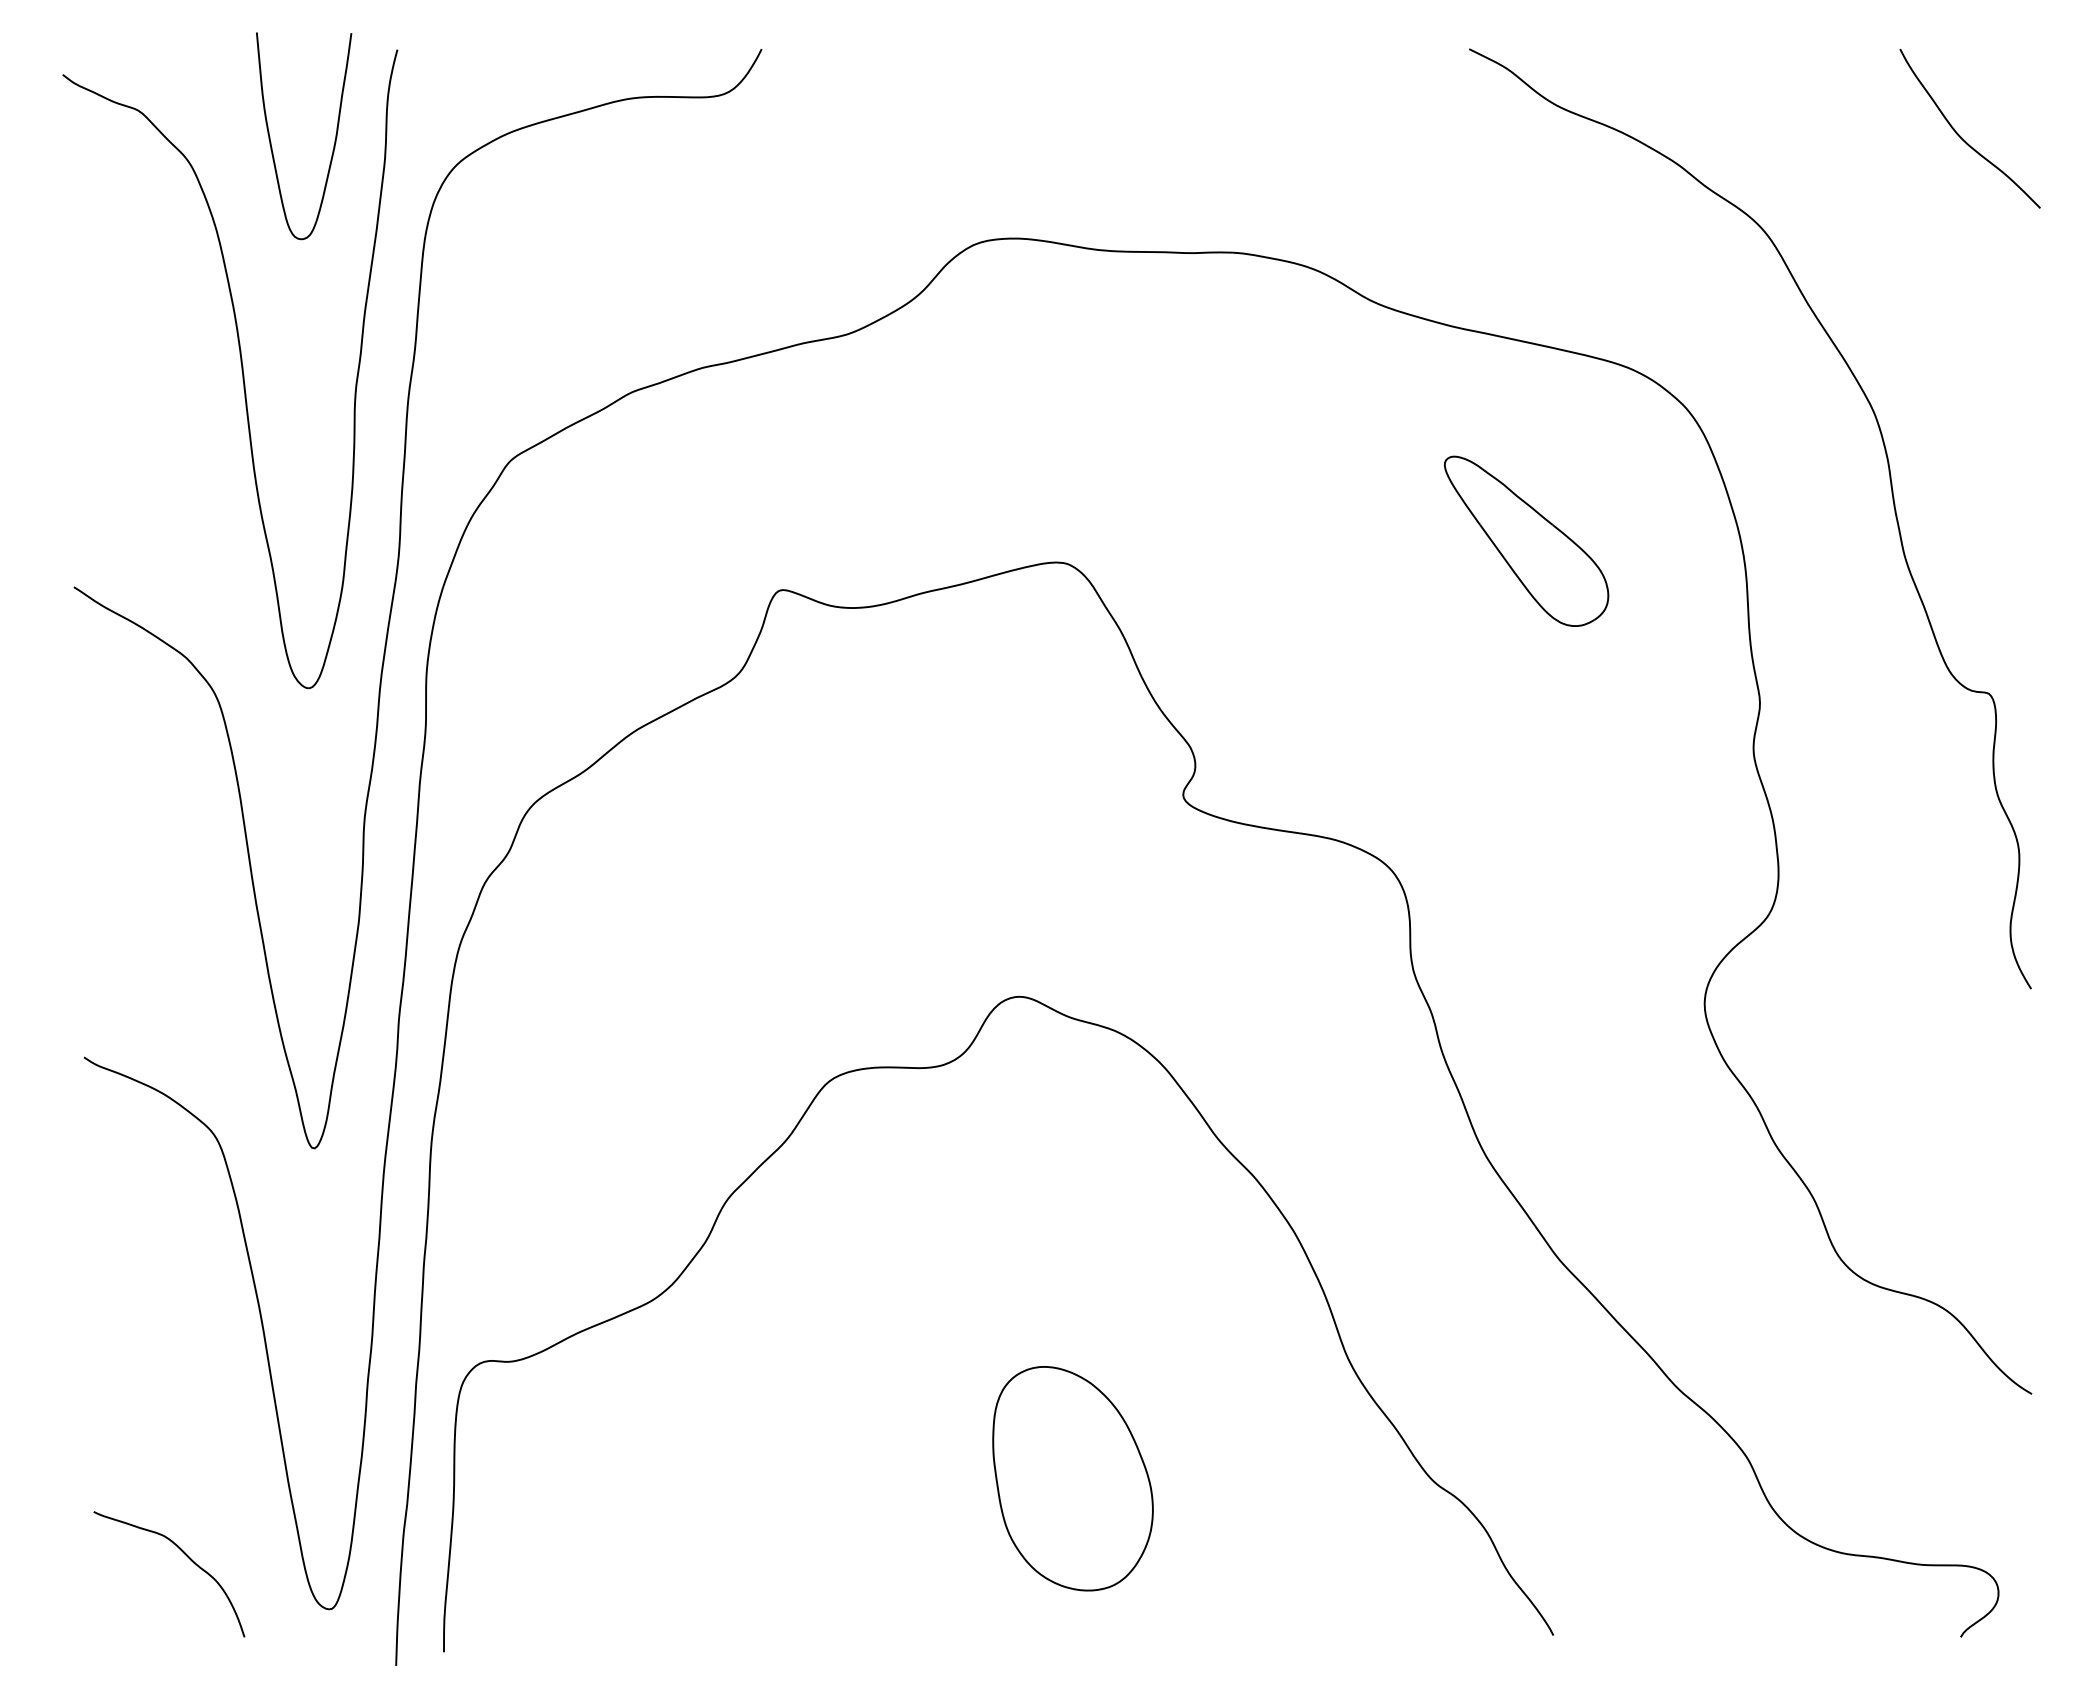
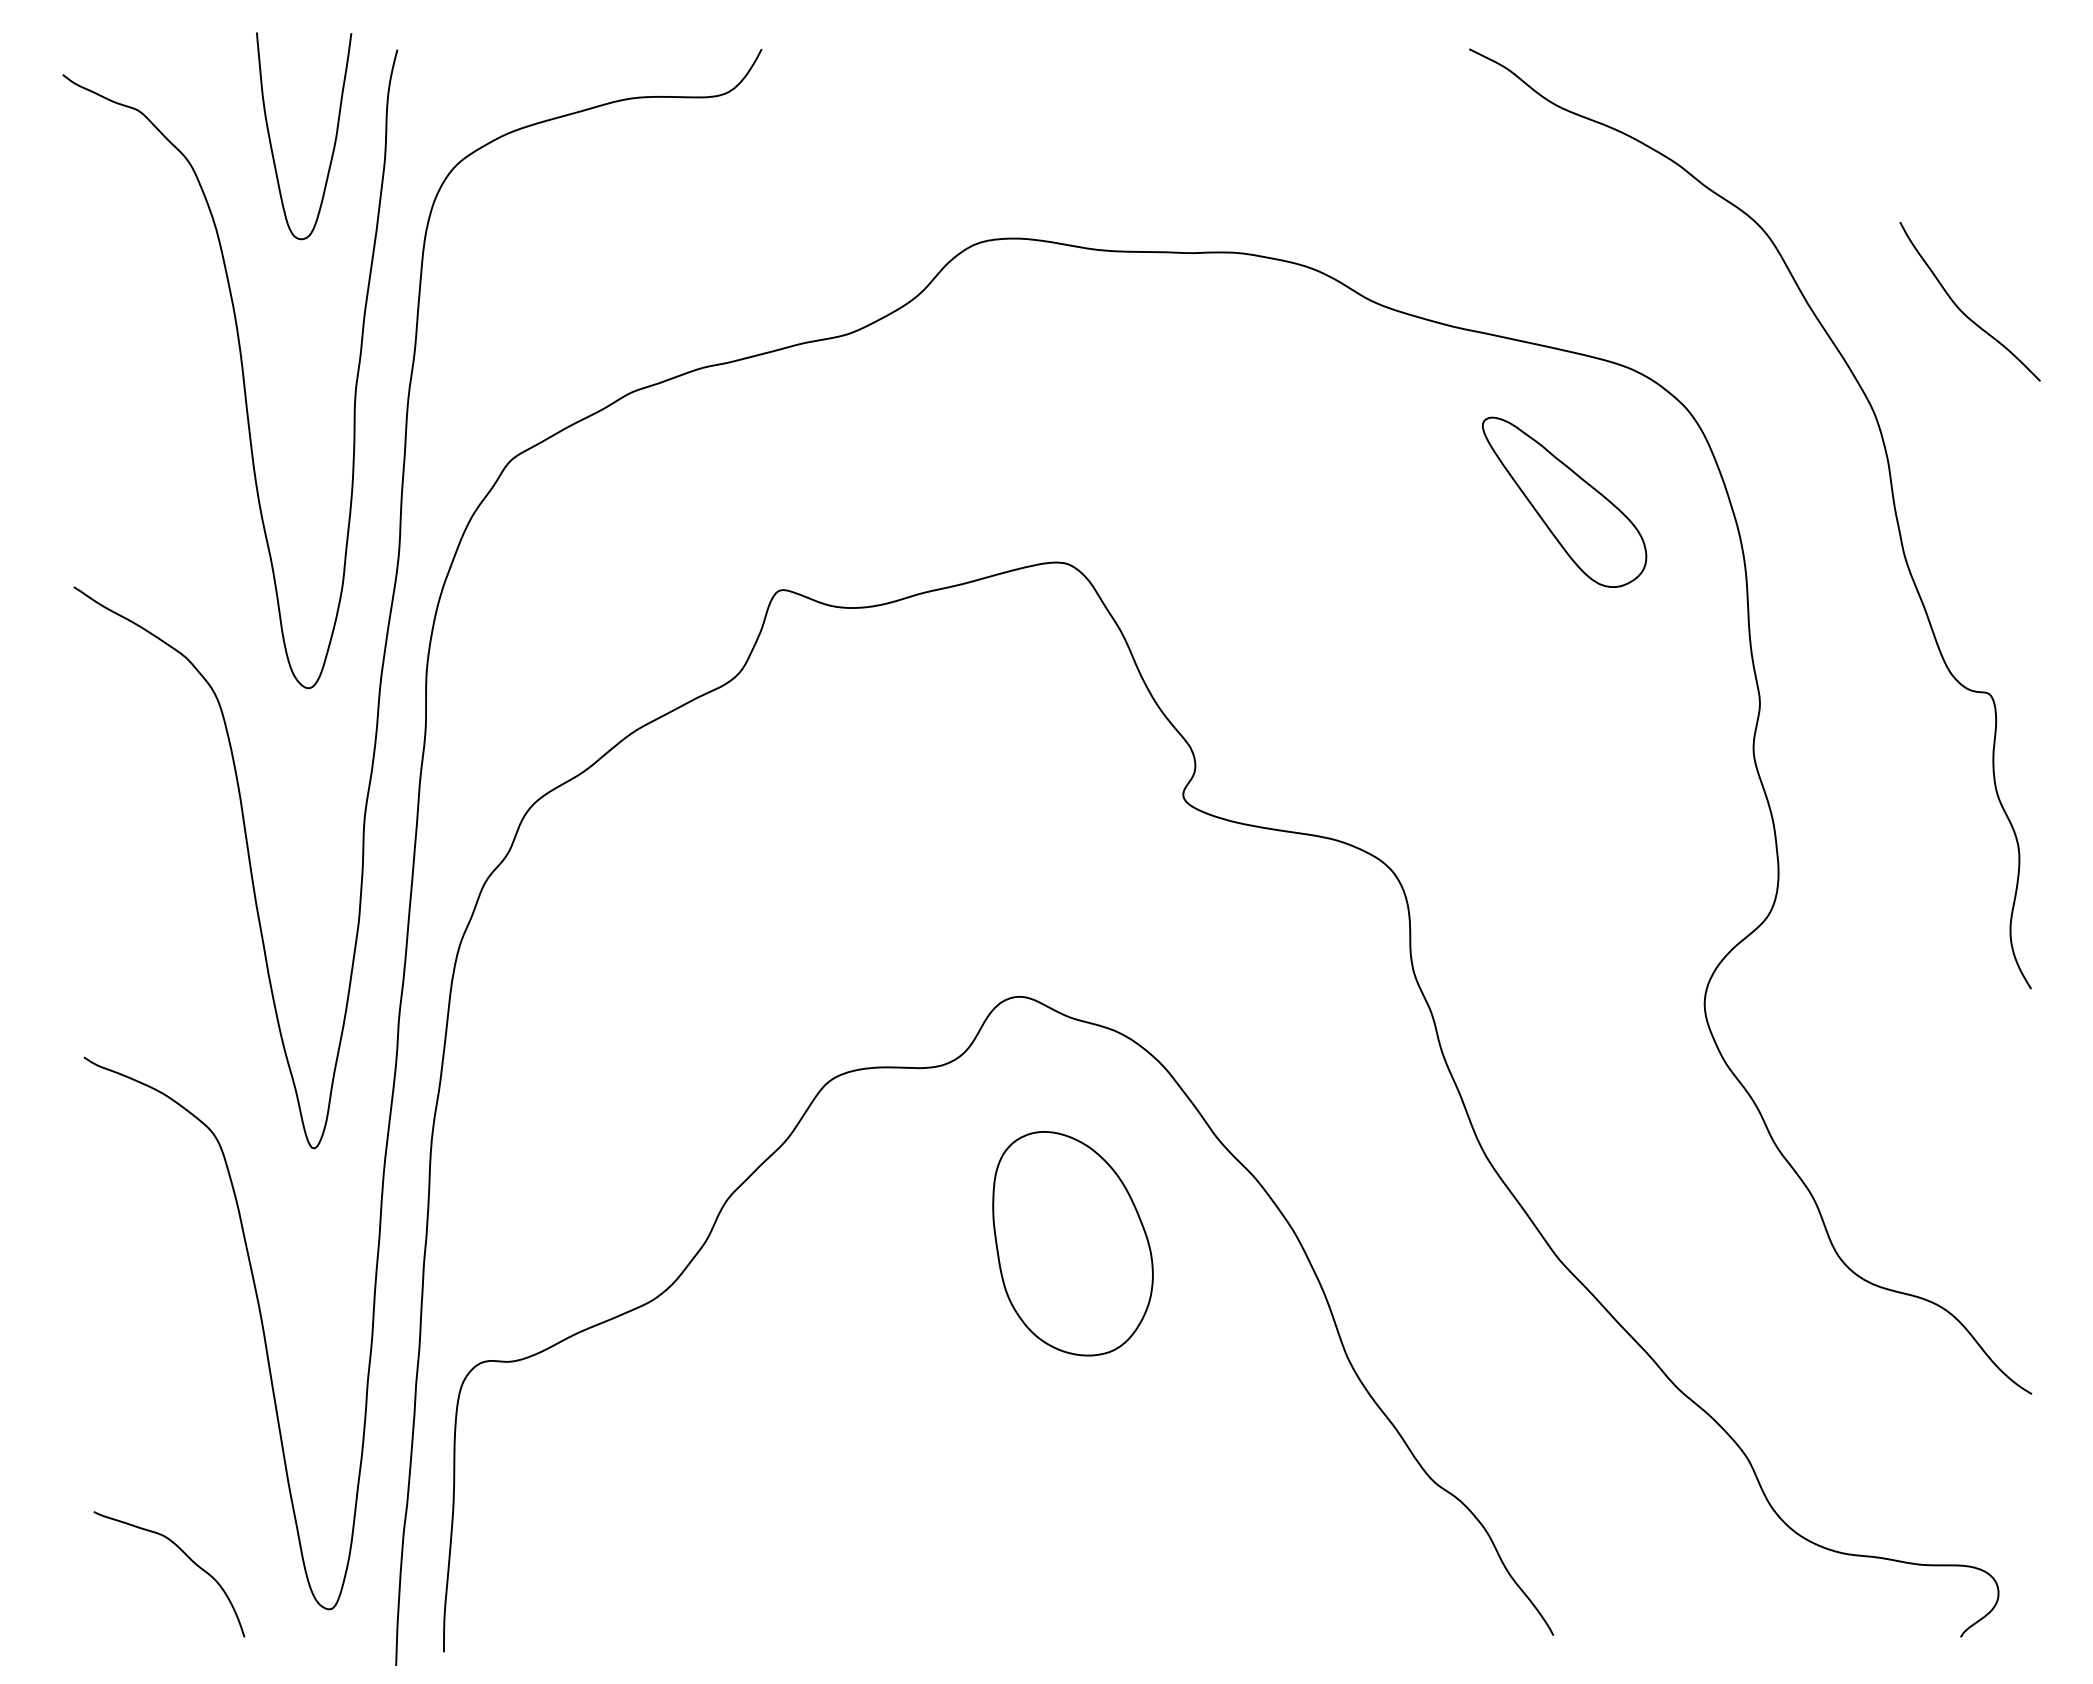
curve at (1961, 136) position: (1961, 136) -> (1961, 309)
part at (1526, 540) position: (1526, 540) -> (1564, 501)
part at (1072, 1478) position: (1072, 1478) -> (1072, 1243)
